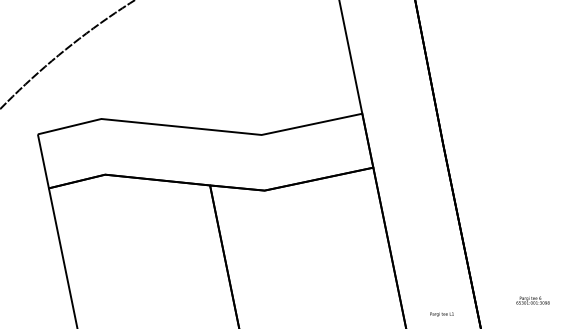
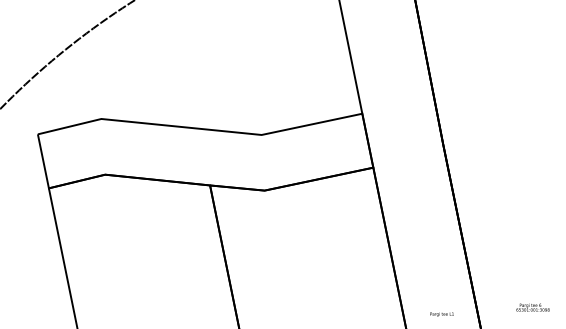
text at (532, 300) position: (532, 300) -> (532, 307)
